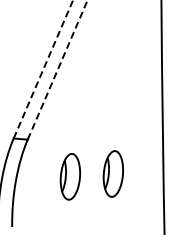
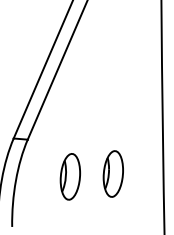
line at (43, 68): dashed -> solid
line at (57, 70): dashed -> solid
